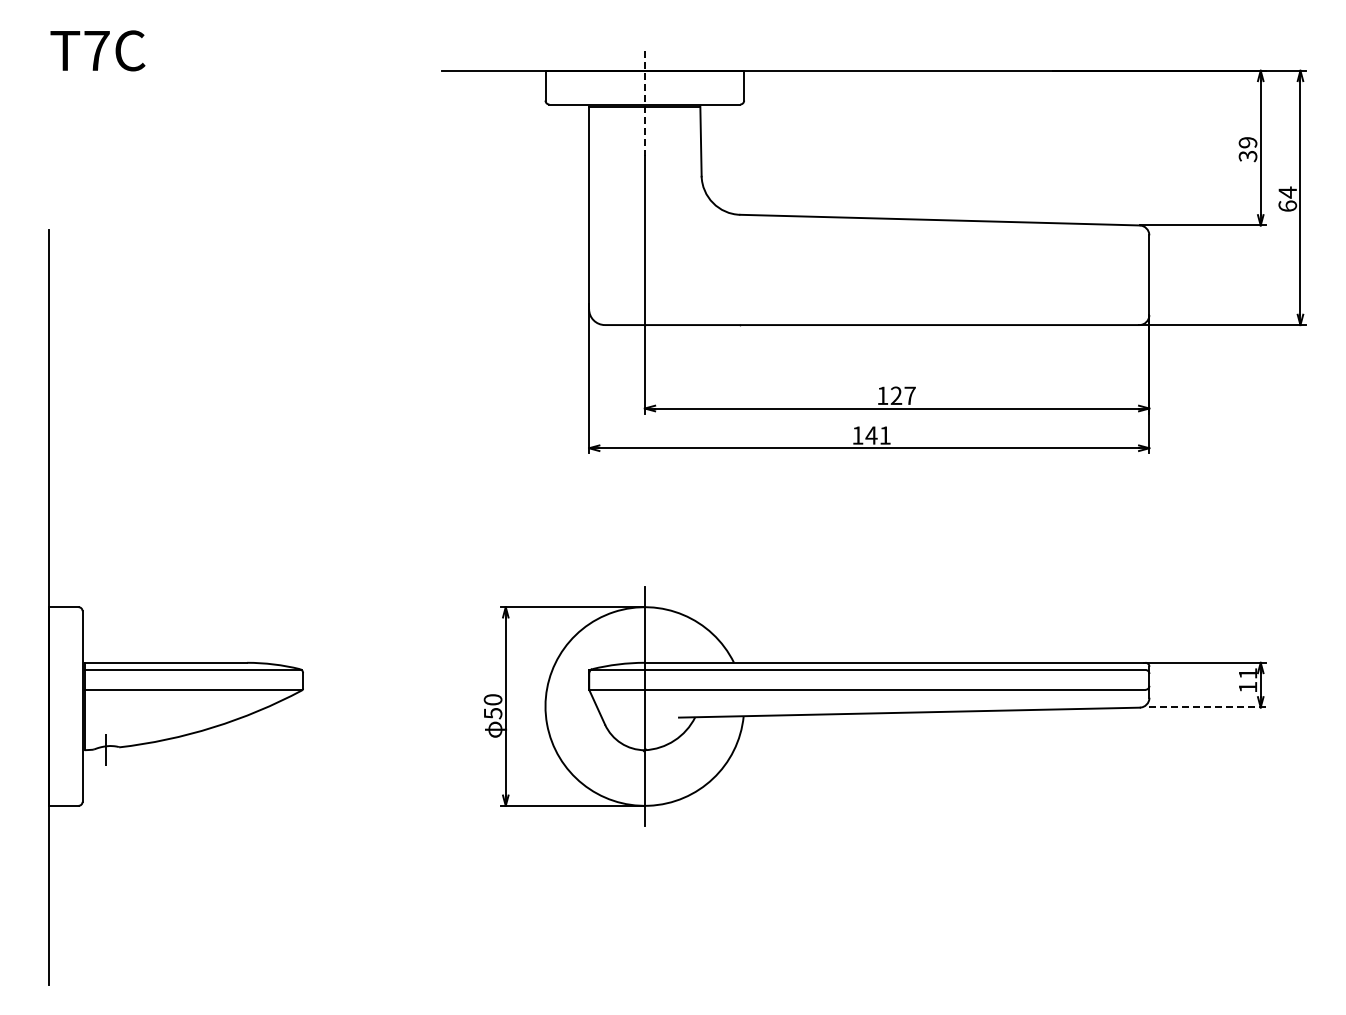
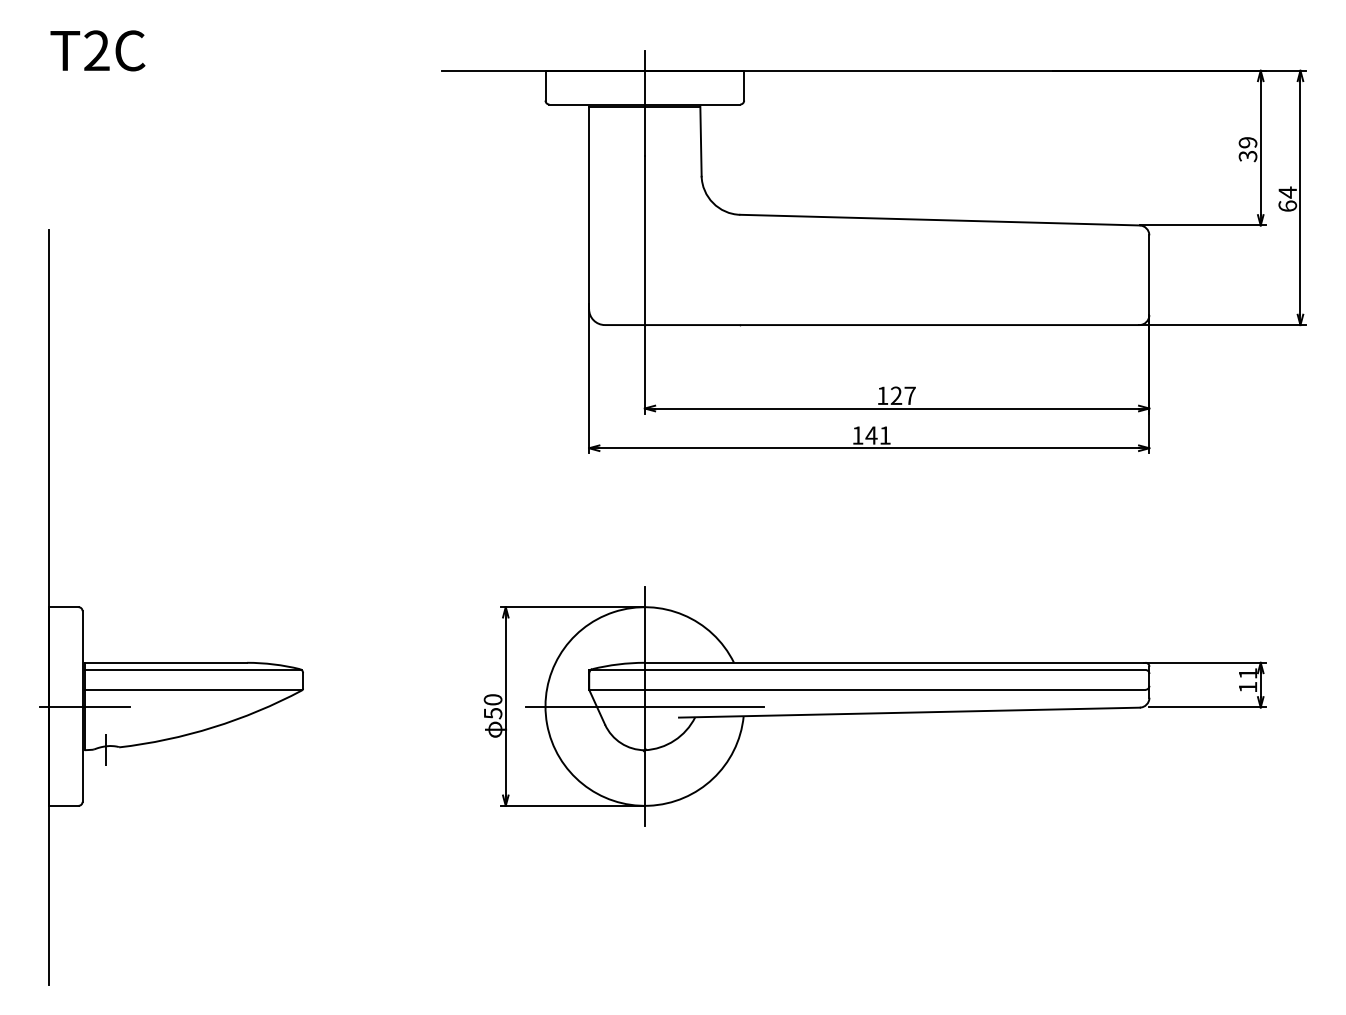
text at (96, 50): T7C -> T2C
line at (644, 103): dashed -> solid
line at (85, 706): none -> present
line at (644, 706): none -> present
line at (1208, 707): dashed -> solid
